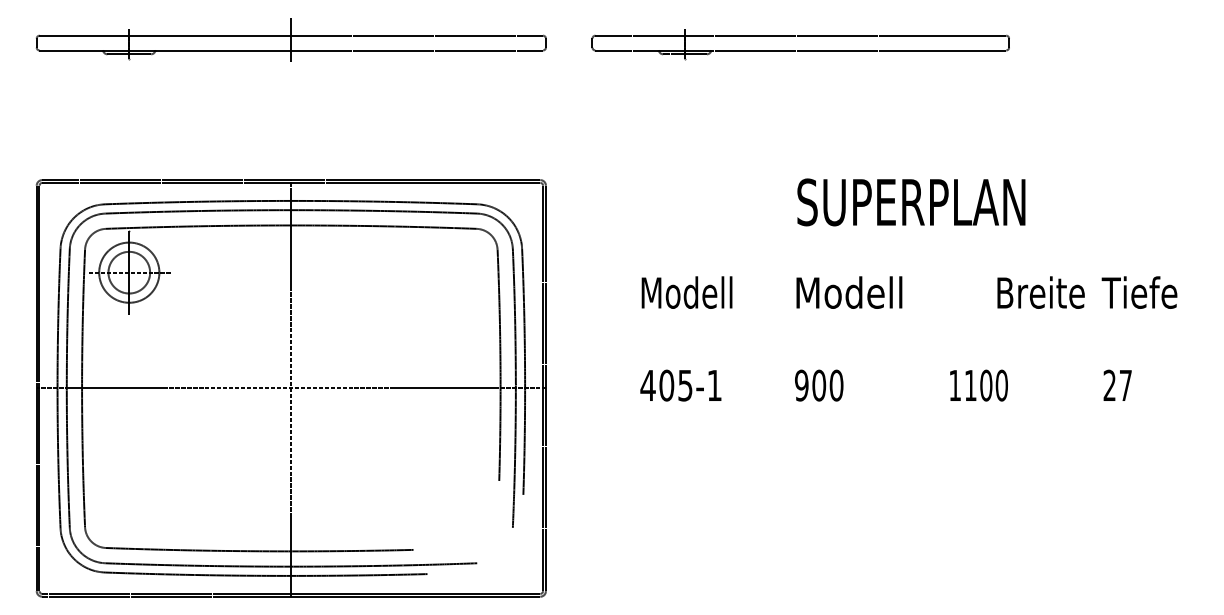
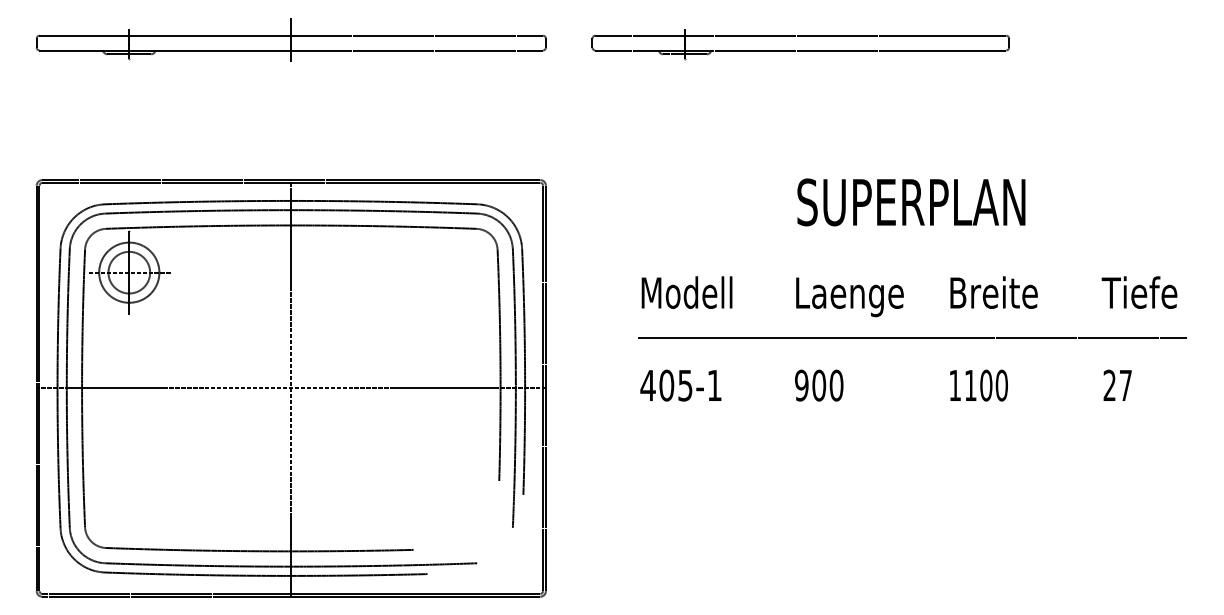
text at (1040, 292) position: (1040, 292) -> (993, 292)
text at (849, 296): Modell -> Laenge
line at (912, 338): none -> present
